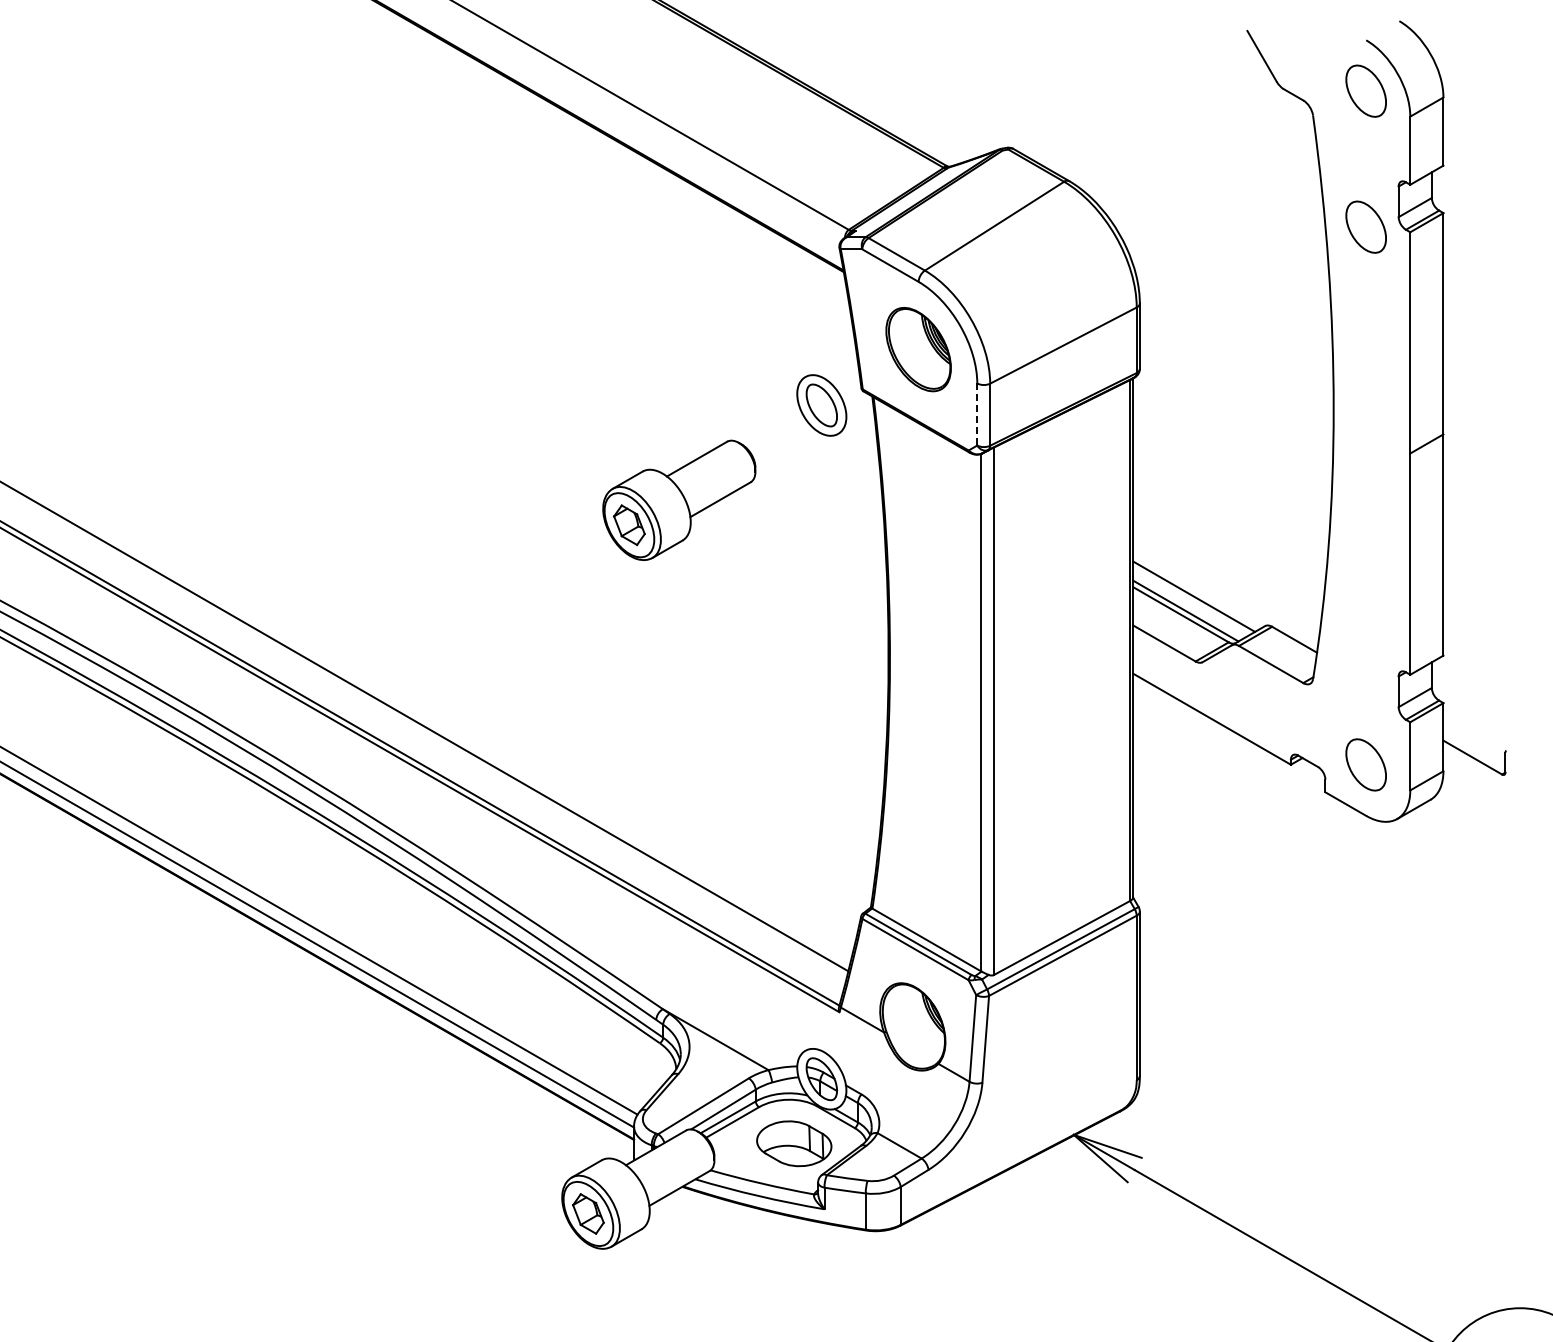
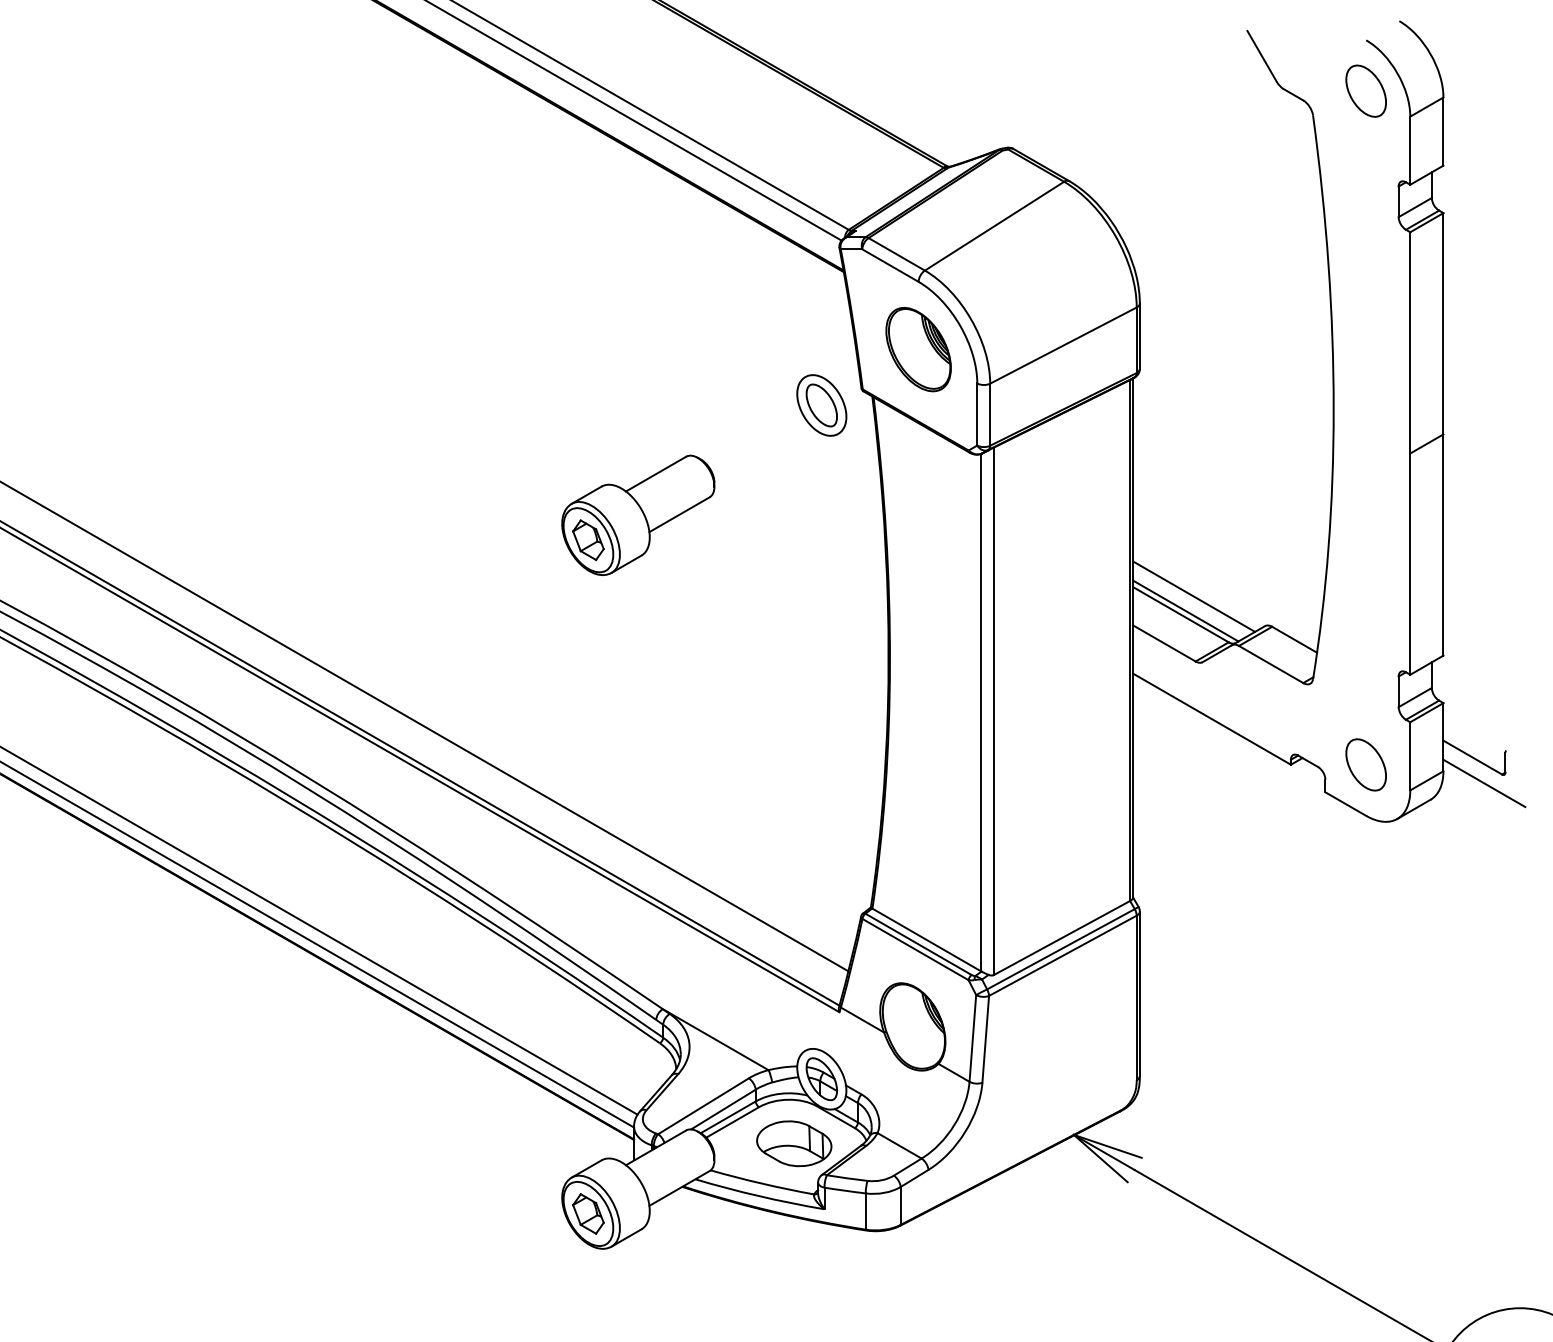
line at (634, 121): none -> present
part at (1365, 226): present -> none
line at (977, 415): dashed -> solid
part at (679, 499) position: (679, 499) -> (638, 514)
line at (1484, 783): none -> present
